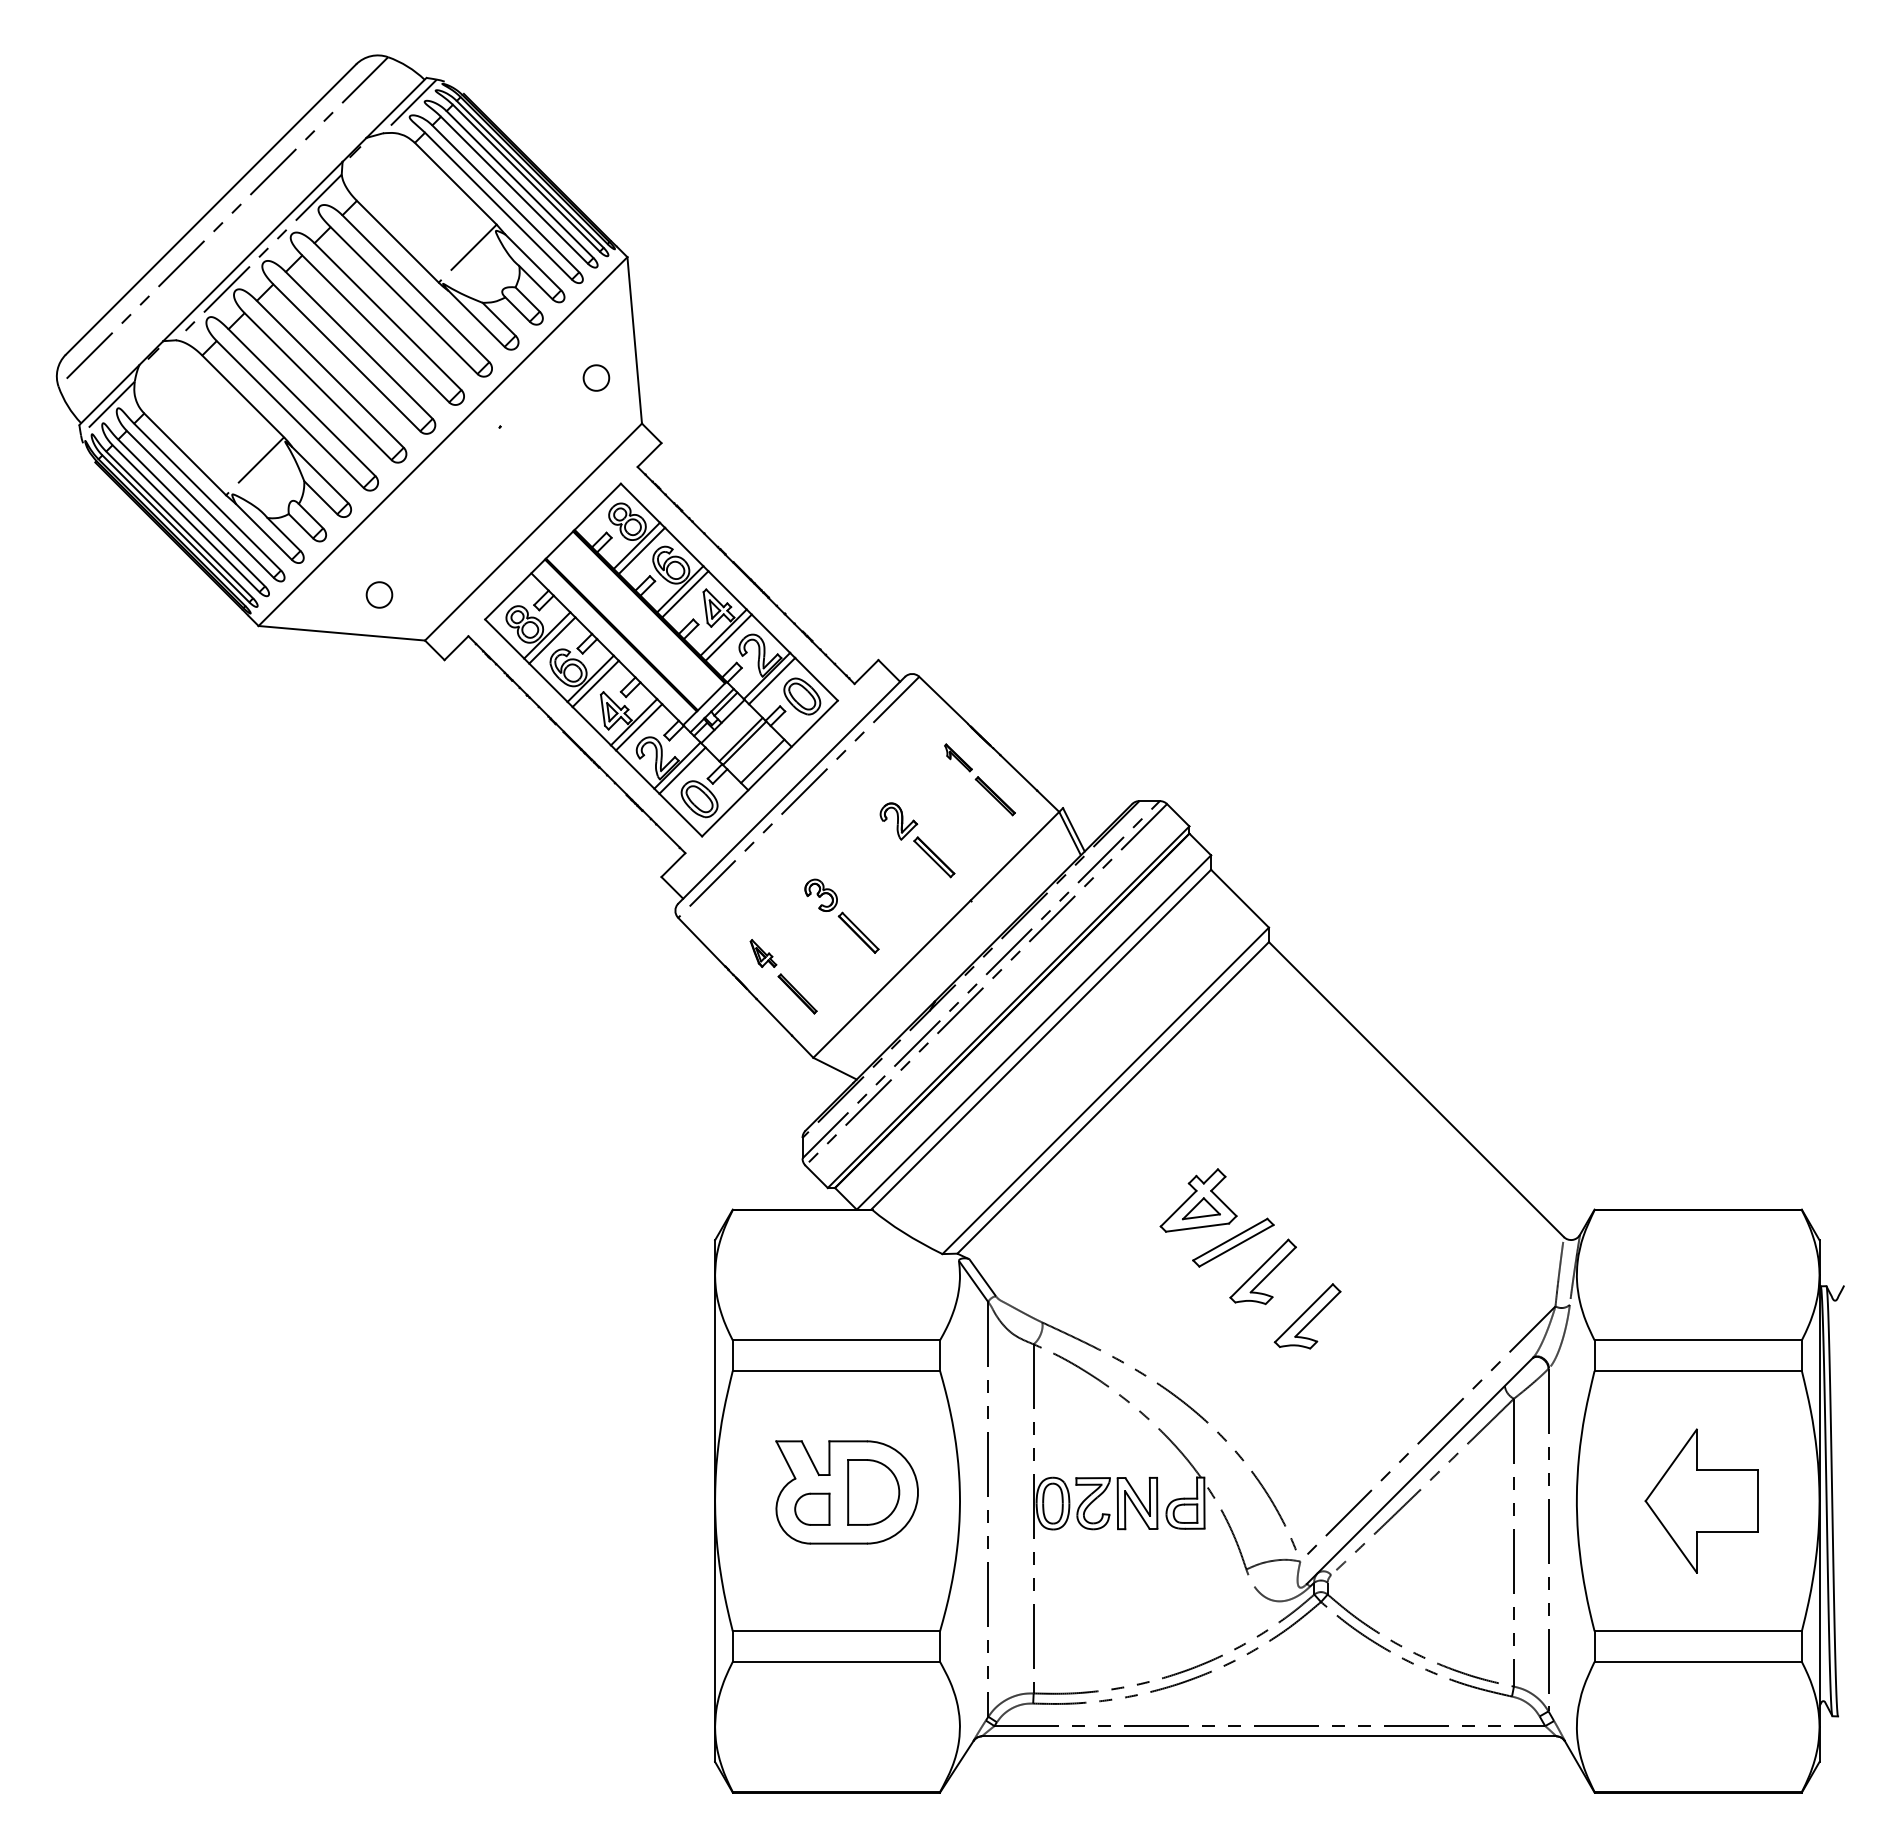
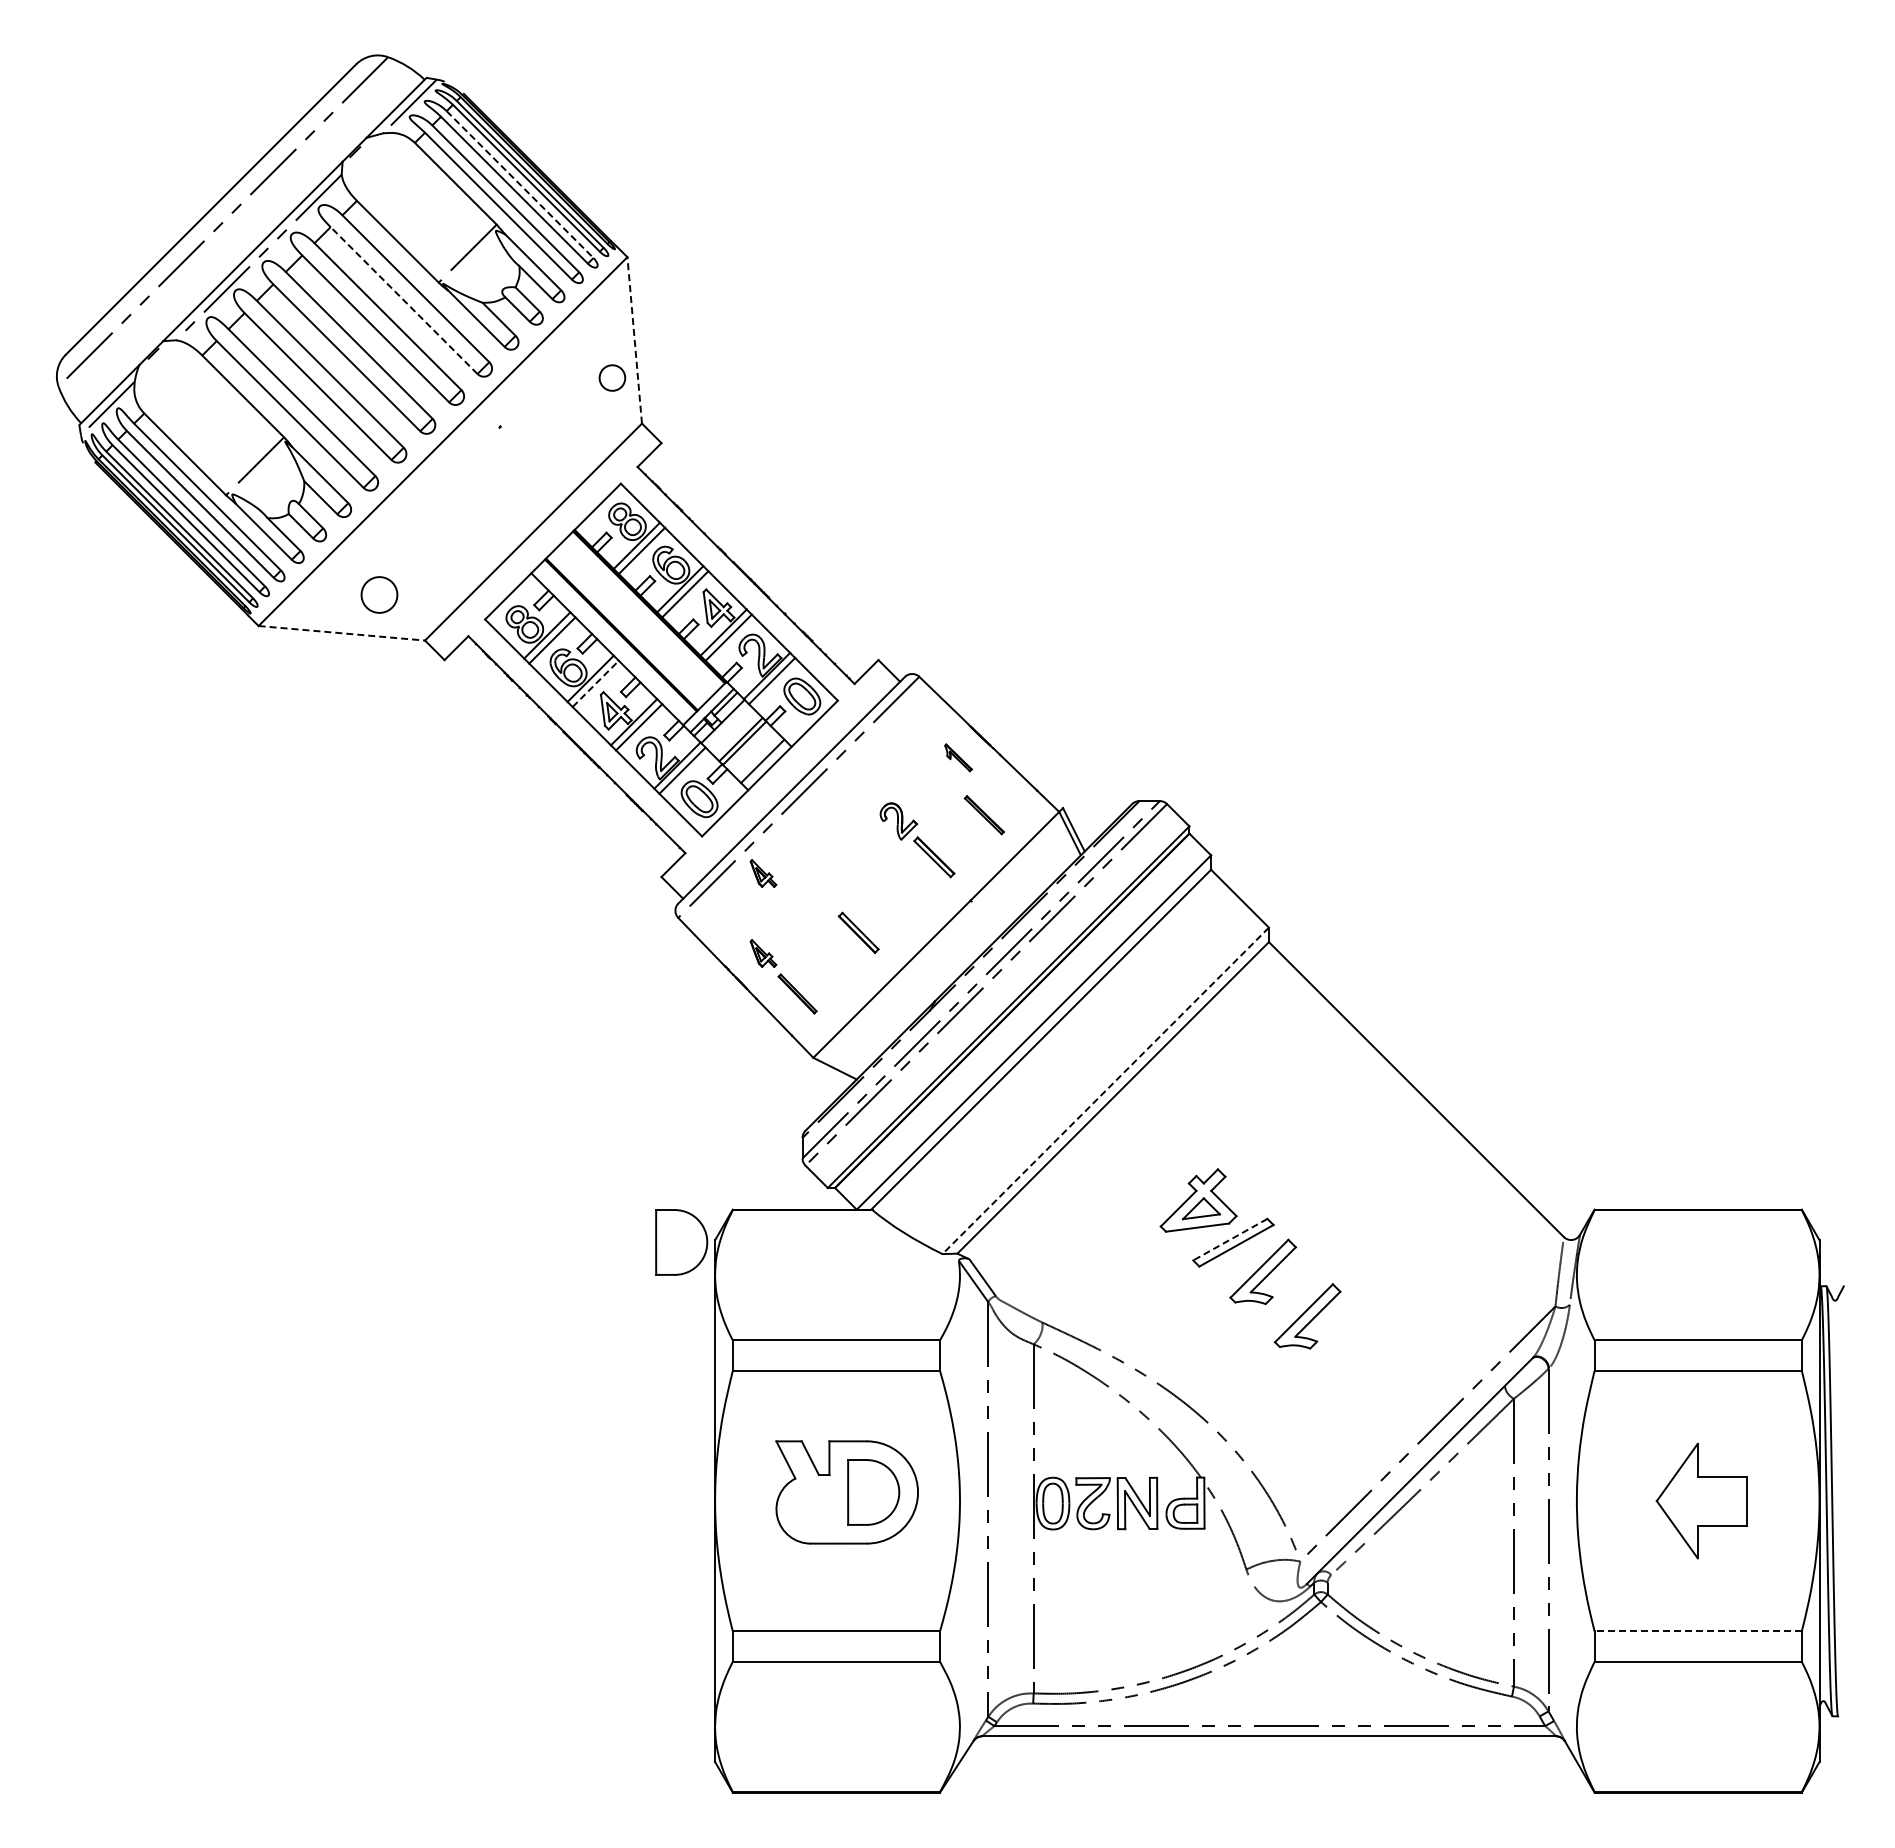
line at (520, 184): solid -> dashed
line at (404, 300): solid -> dashed
line at (634, 340): solid -> dashed
part at (596, 377) position: (596, 377) -> (612, 377)
part at (379, 594) size: 29x28 px -> 39x38 px
line at (341, 633): solid -> dashed
line at (595, 683): solid -> dashed
part at (994, 796) position: (994, 796) -> (983, 815)
part at (763, 873): none -> present
part at (820, 894): present -> none
line at (1105, 1090): solid -> dashed
line at (1230, 1239): solid -> dashed
part at (681, 1242): none -> present
part at (1701, 1500) size: 115x146 px -> 93x118 px
part at (812, 1508): present -> none
line at (1698, 1631): solid -> dashed
